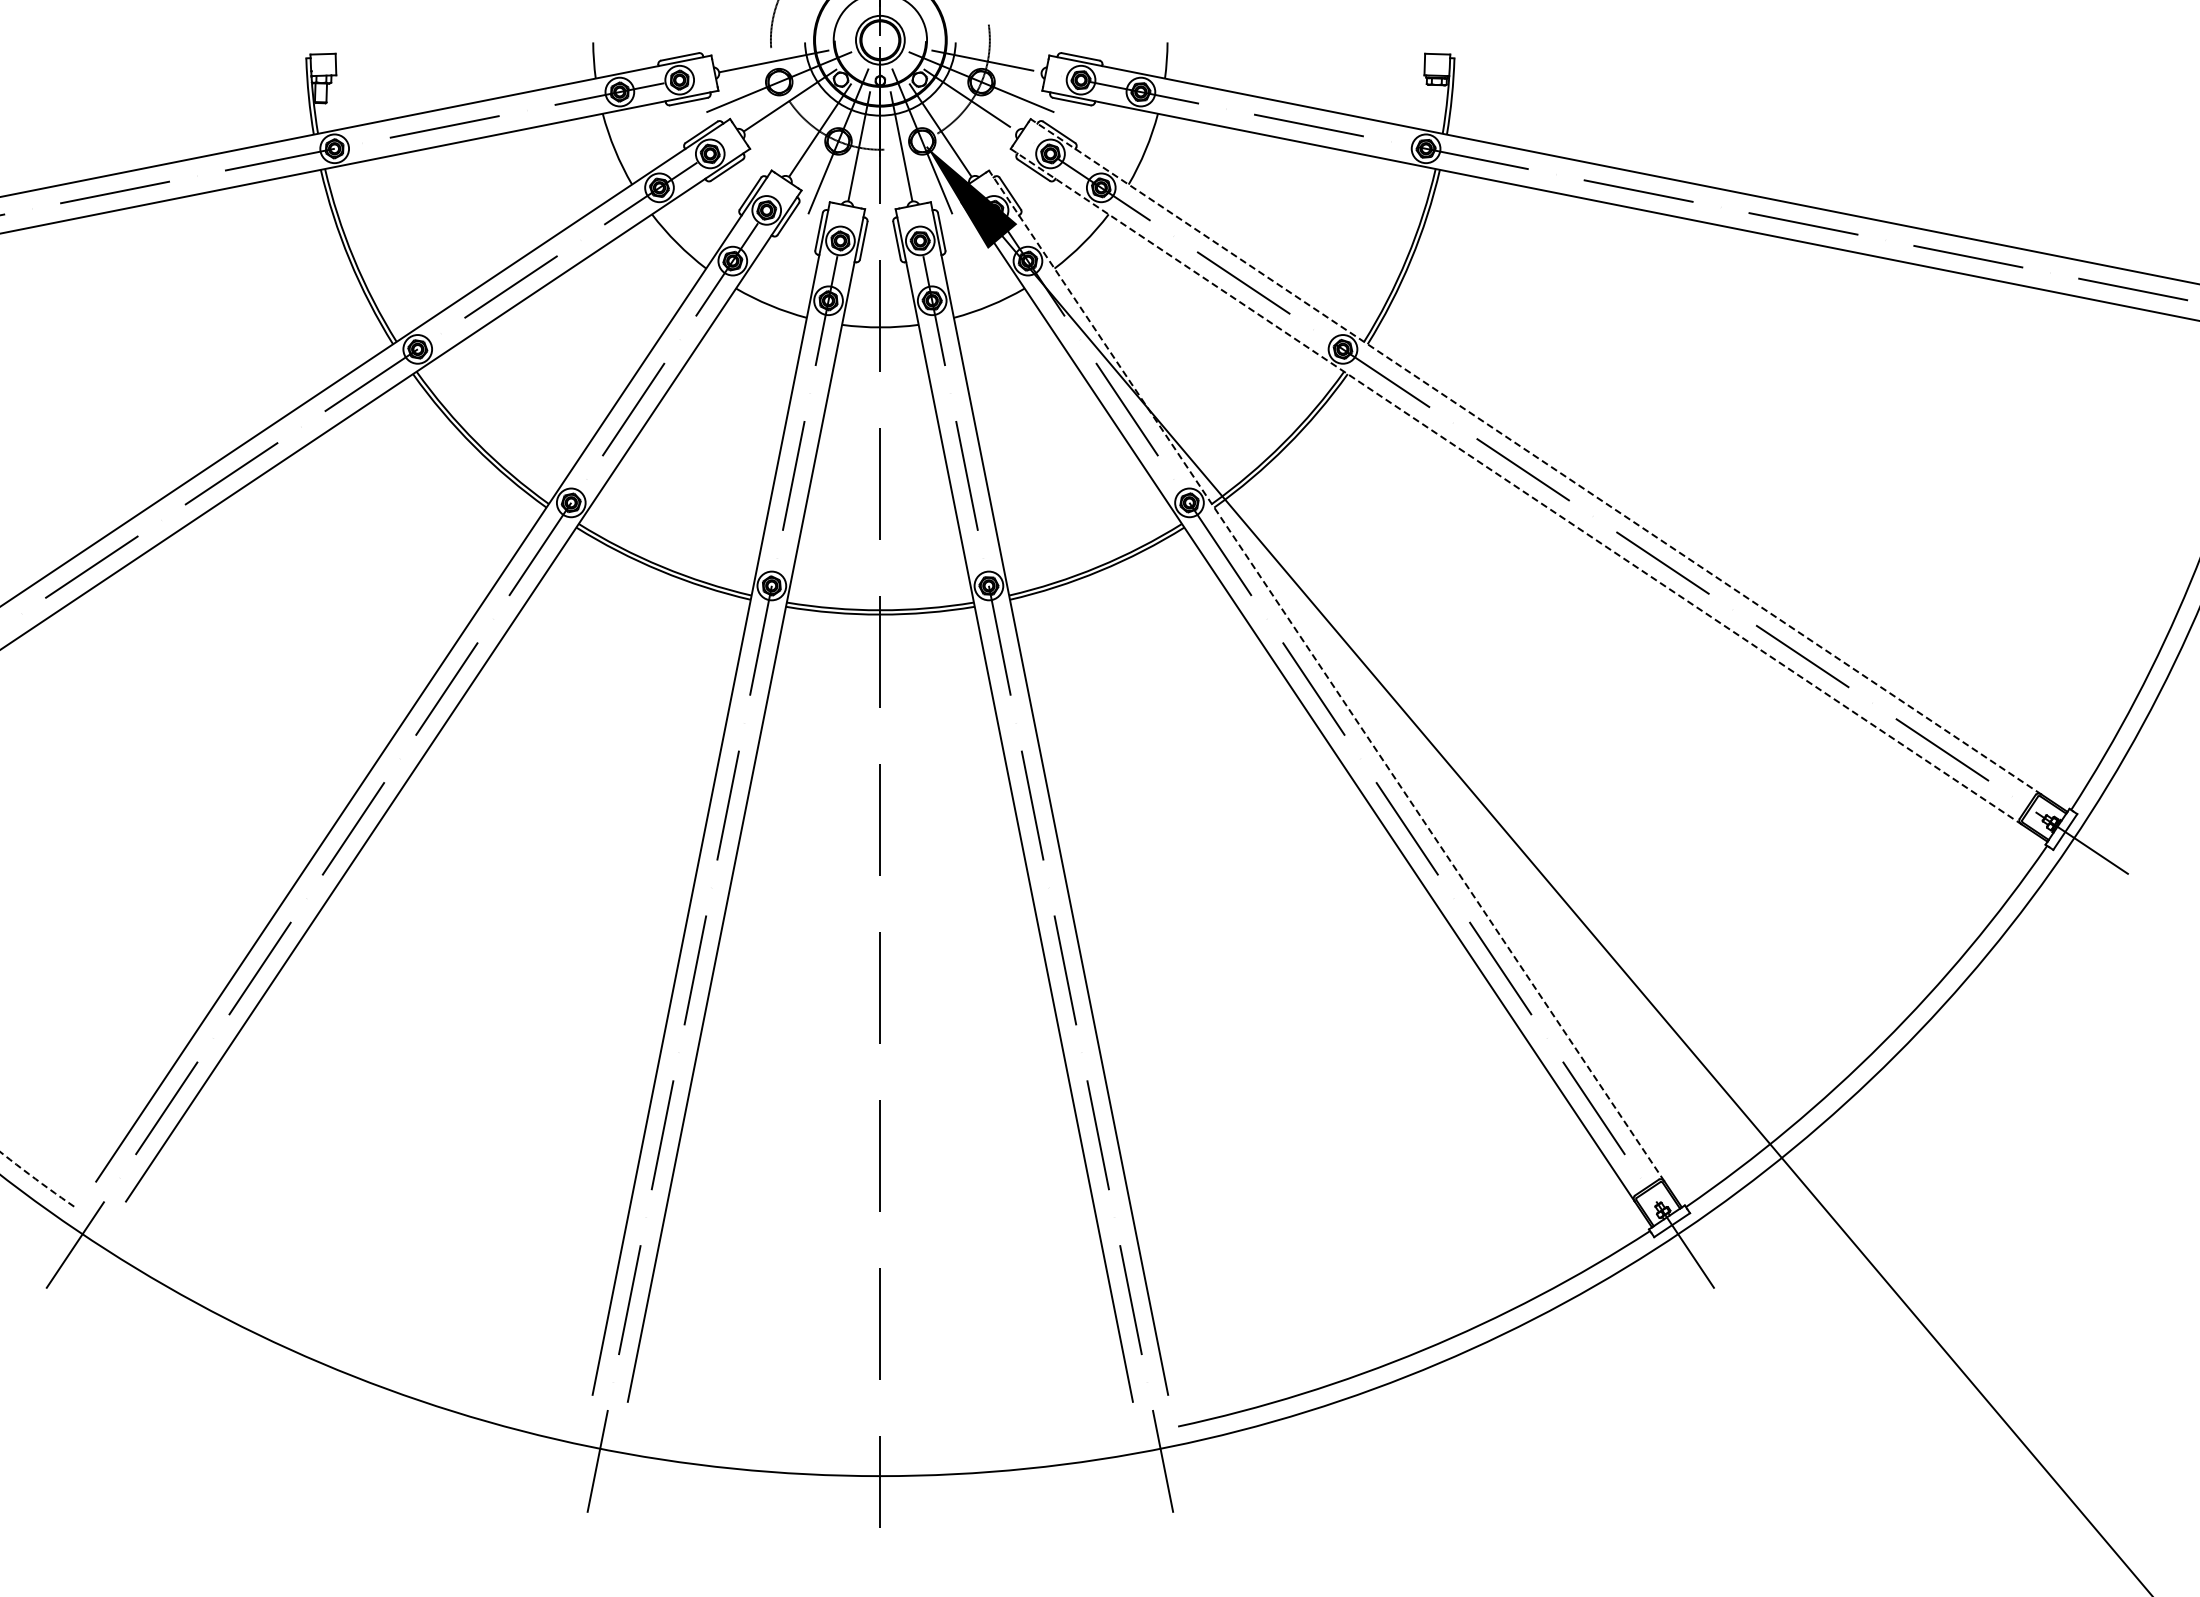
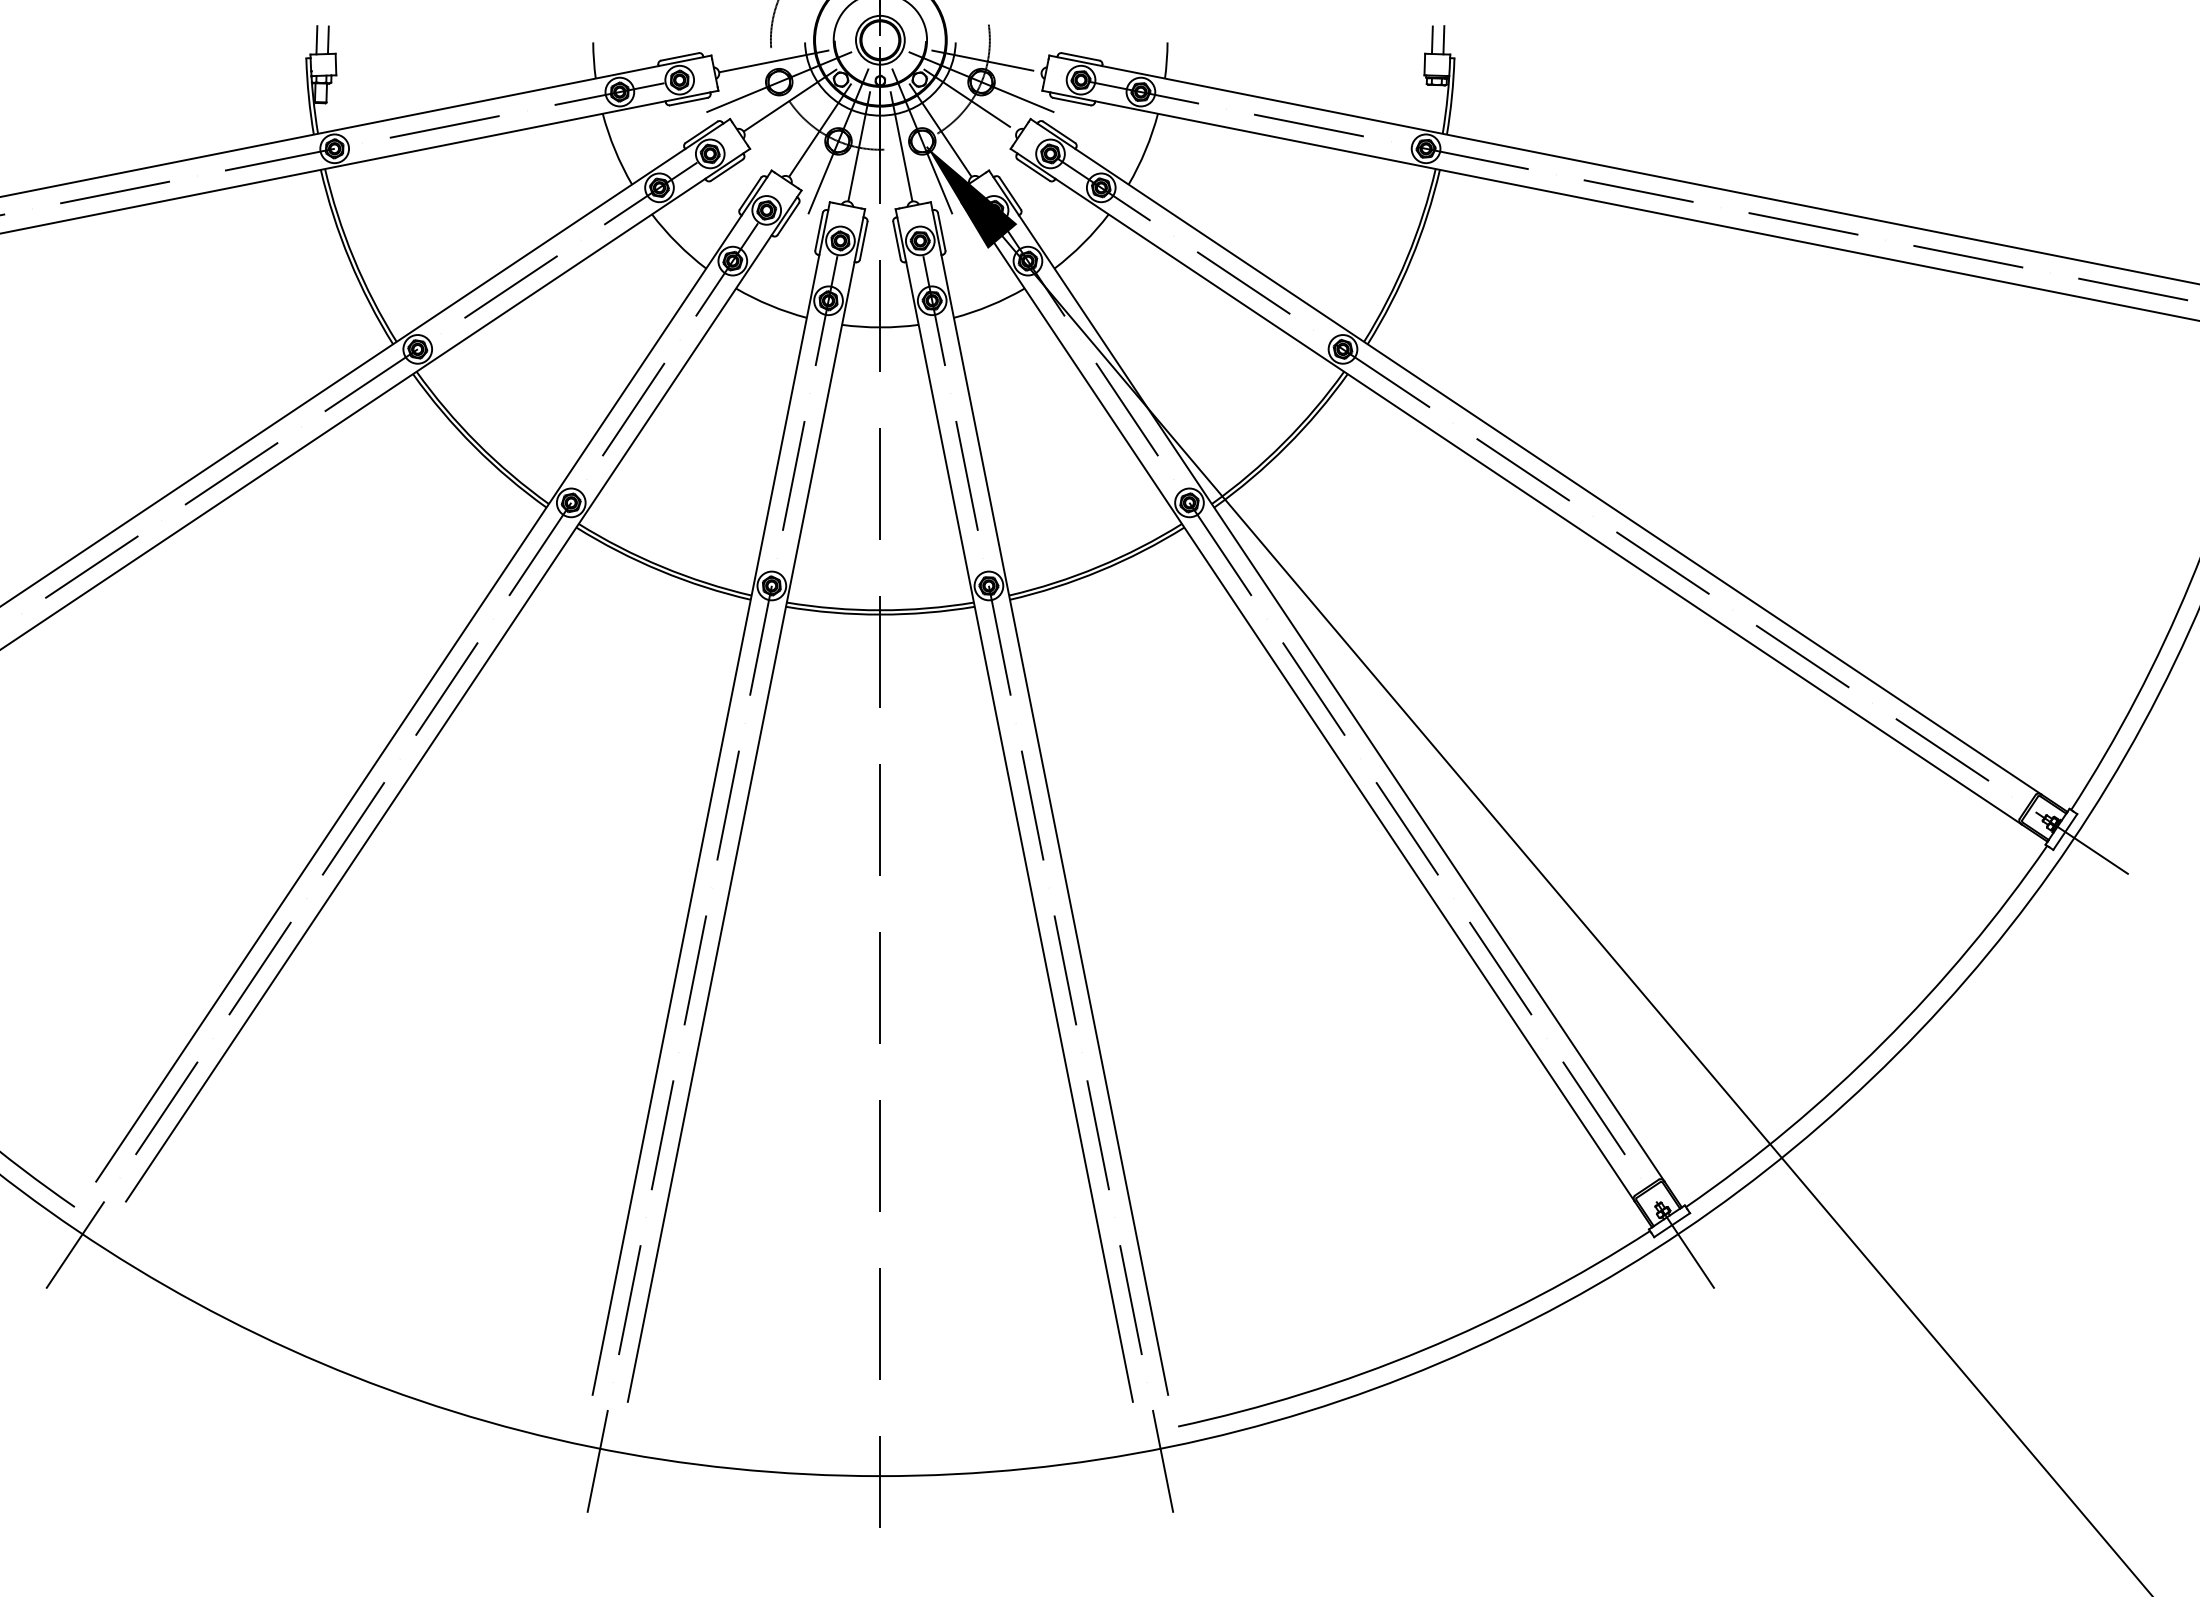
line at (316, 40): none -> present
line at (327, 40): none -> present
line at (1431, 40): none -> present
line at (1443, 40): none -> present
line at (1536, 456): dashed -> solid
line at (1516, 486): dashed -> solid
line at (1326, 676): dashed -> solid
arc at (37, 1180): dashed -> solid
